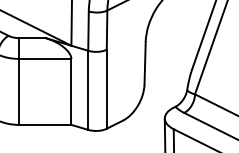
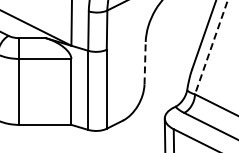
line at (211, 47): solid -> dashed
line at (145, 62): solid -> dashed
